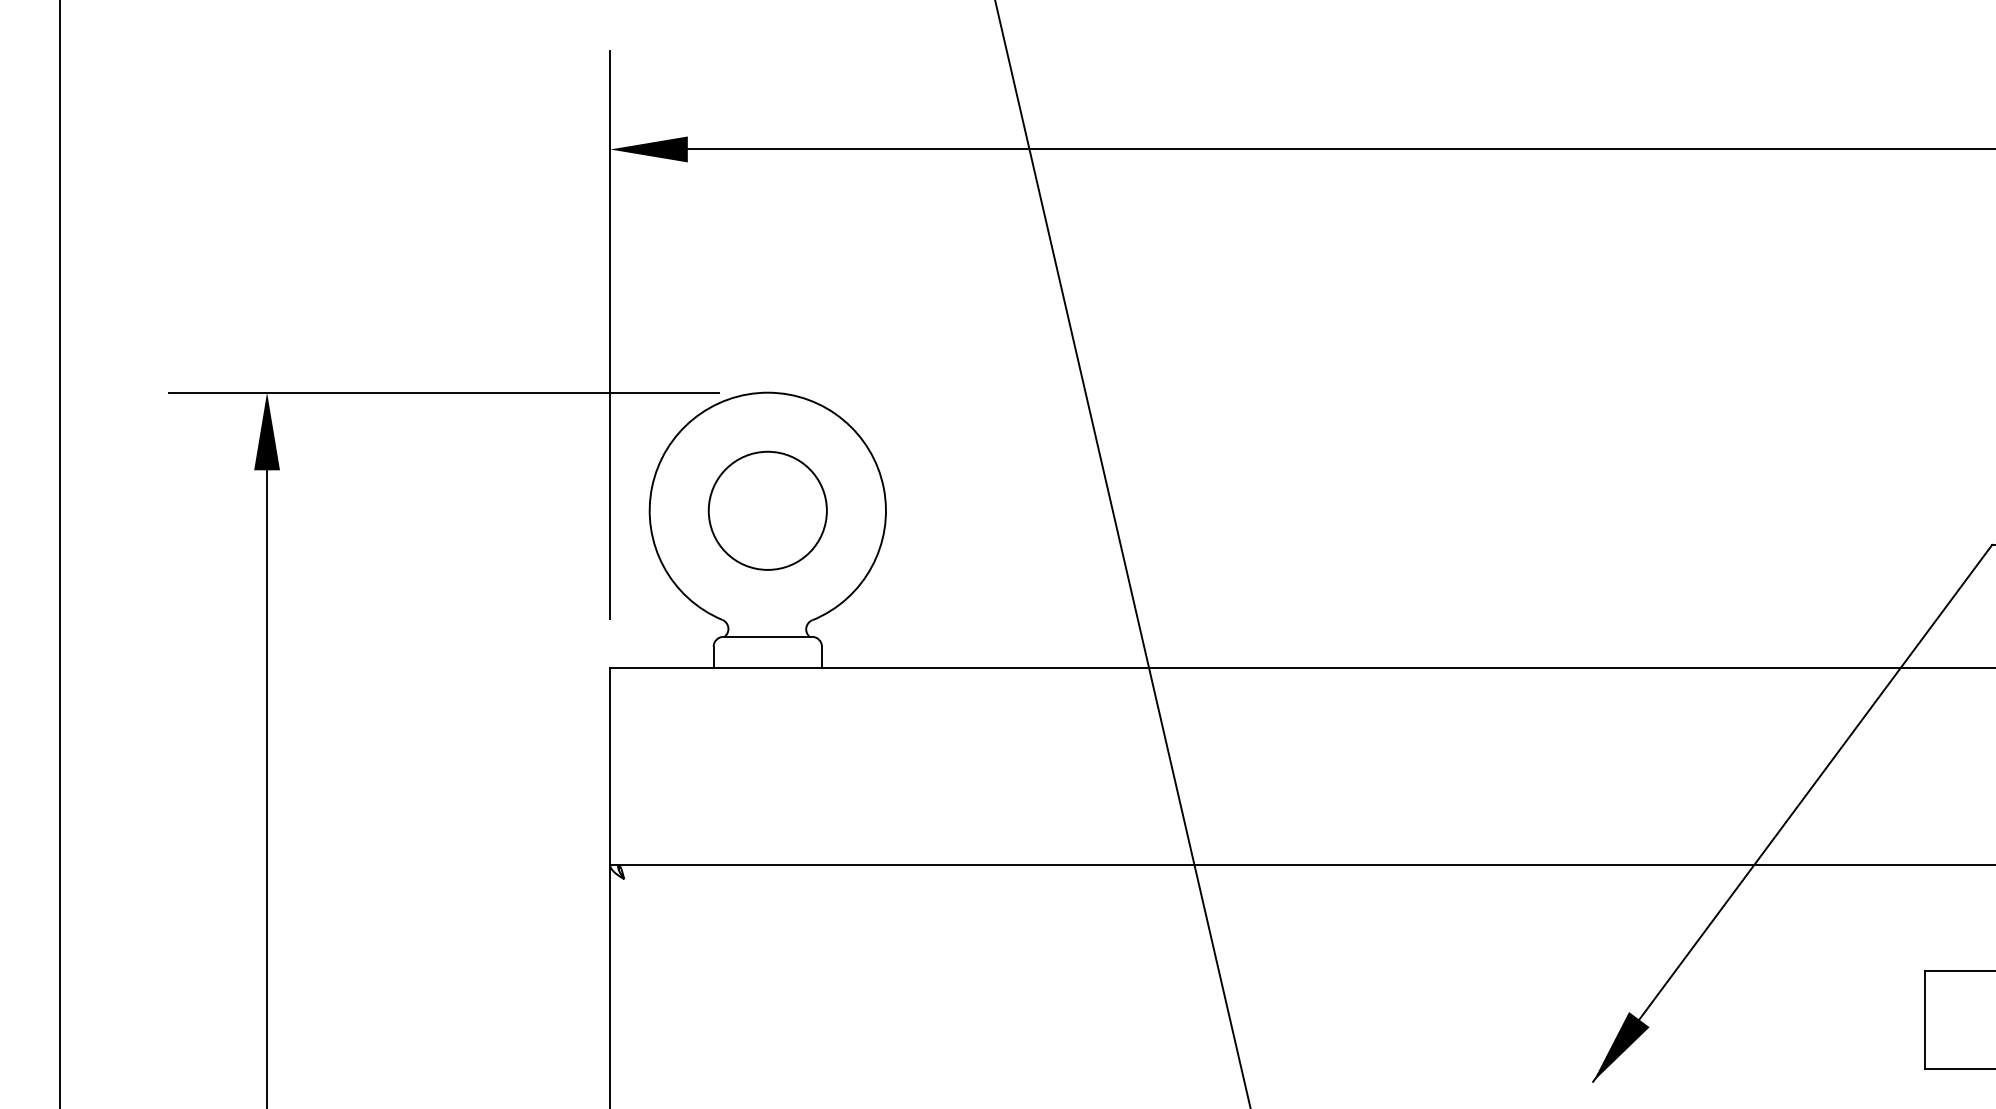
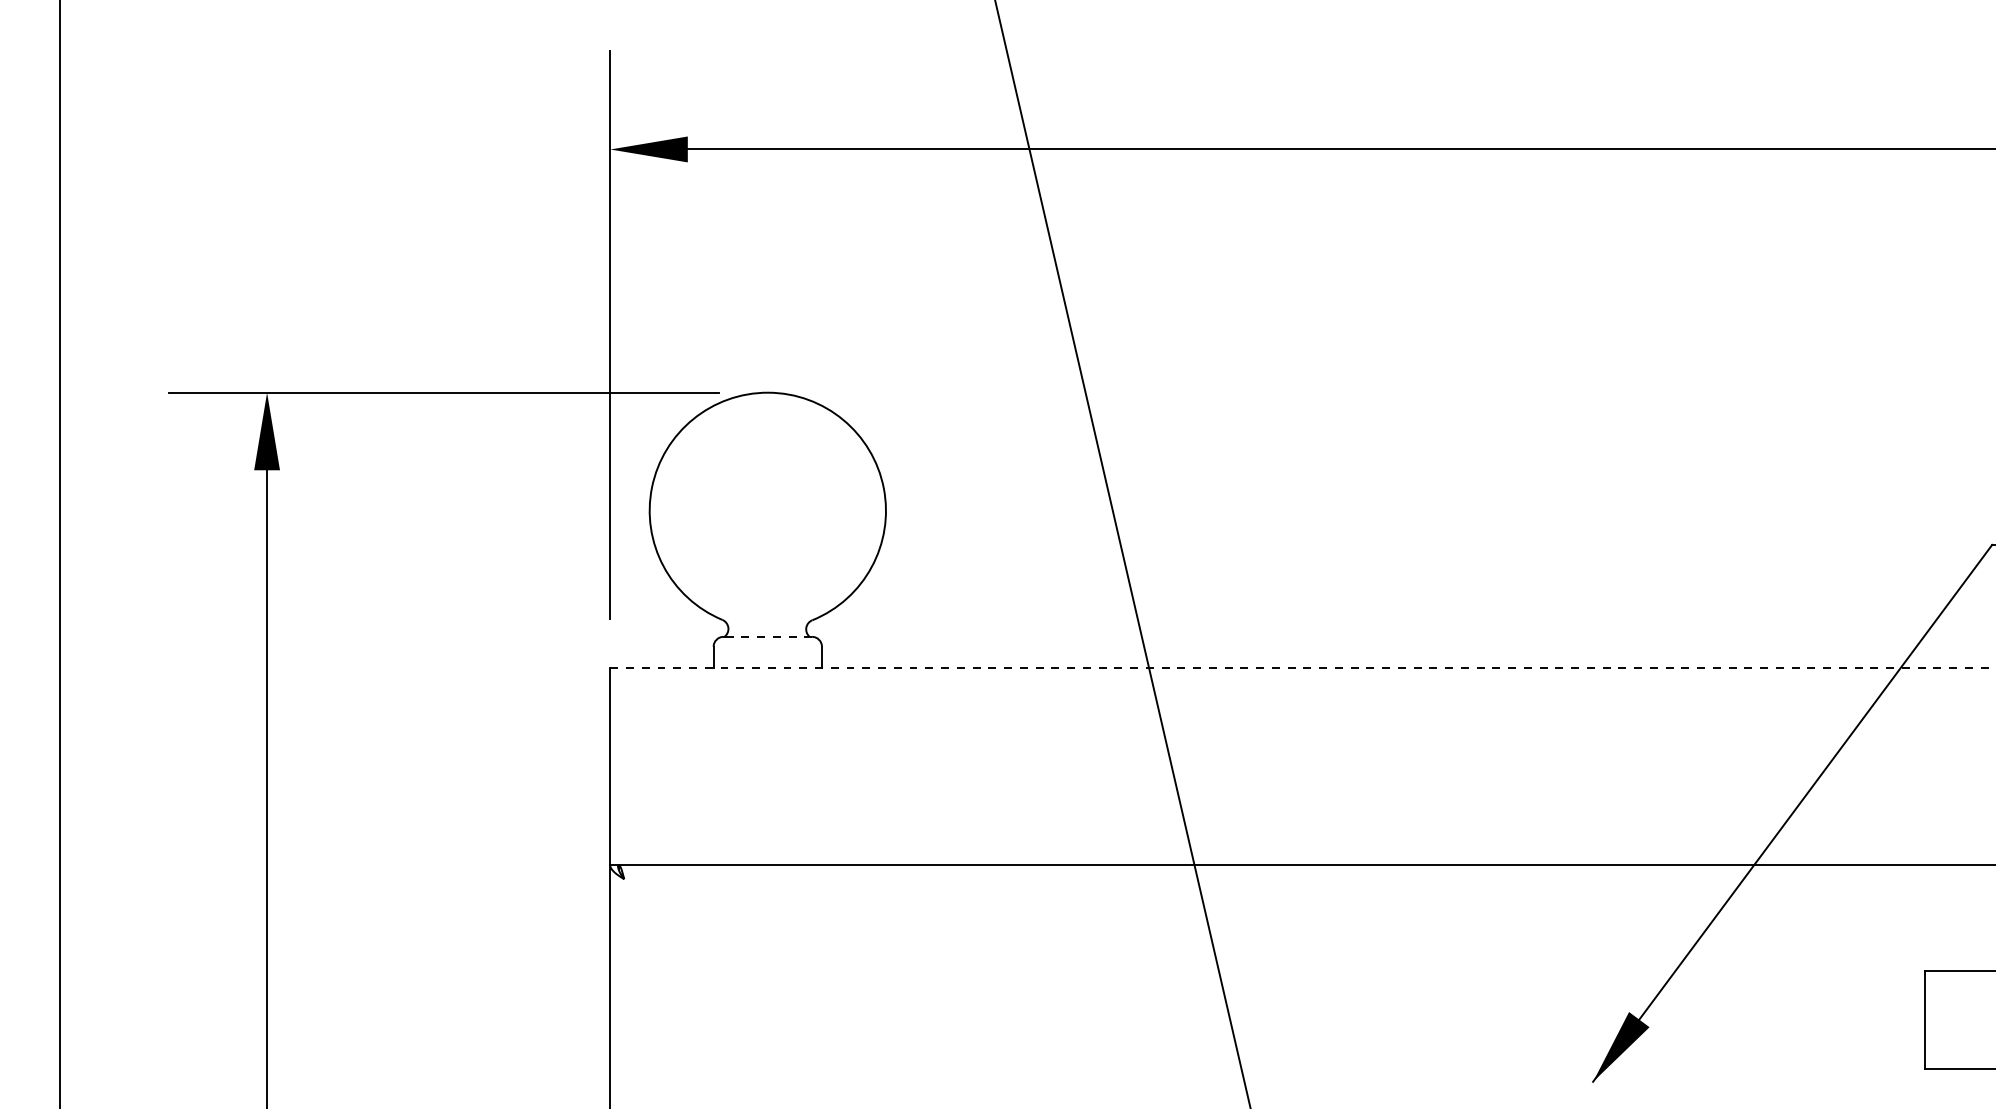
circle at (767, 510): present -> none
line at (769, 636): solid -> dashed
line at (1303, 668): solid -> dashed
